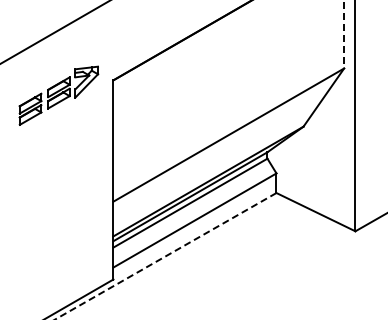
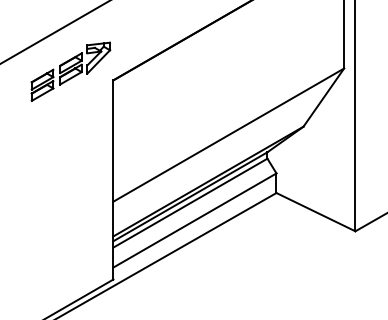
line at (344, 34): dashed -> solid
part at (58, 95) position: (58, 95) -> (70, 71)
line at (165, 256): dashed -> solid
